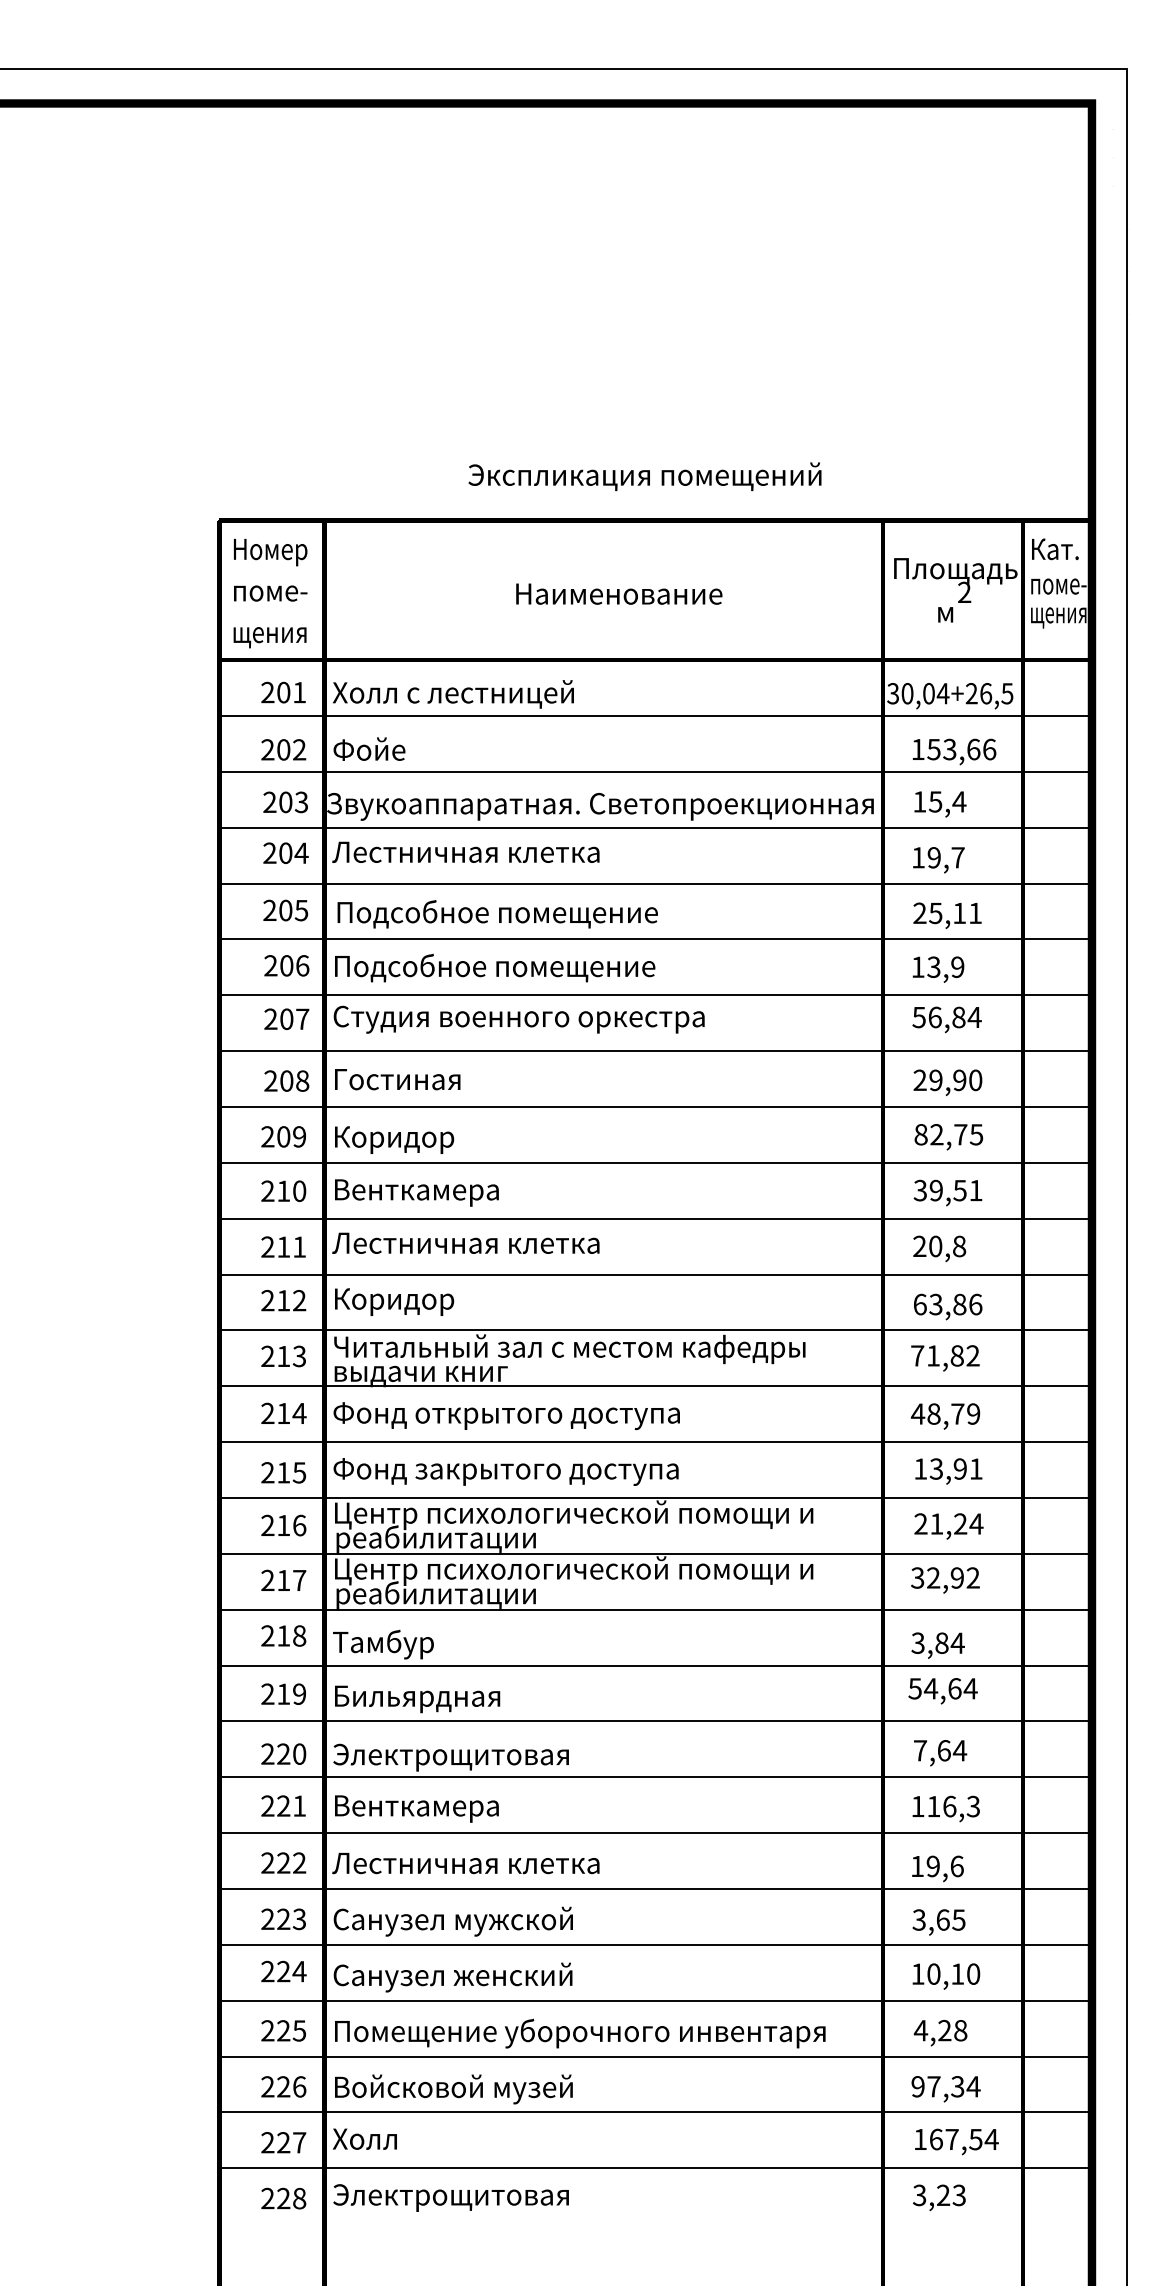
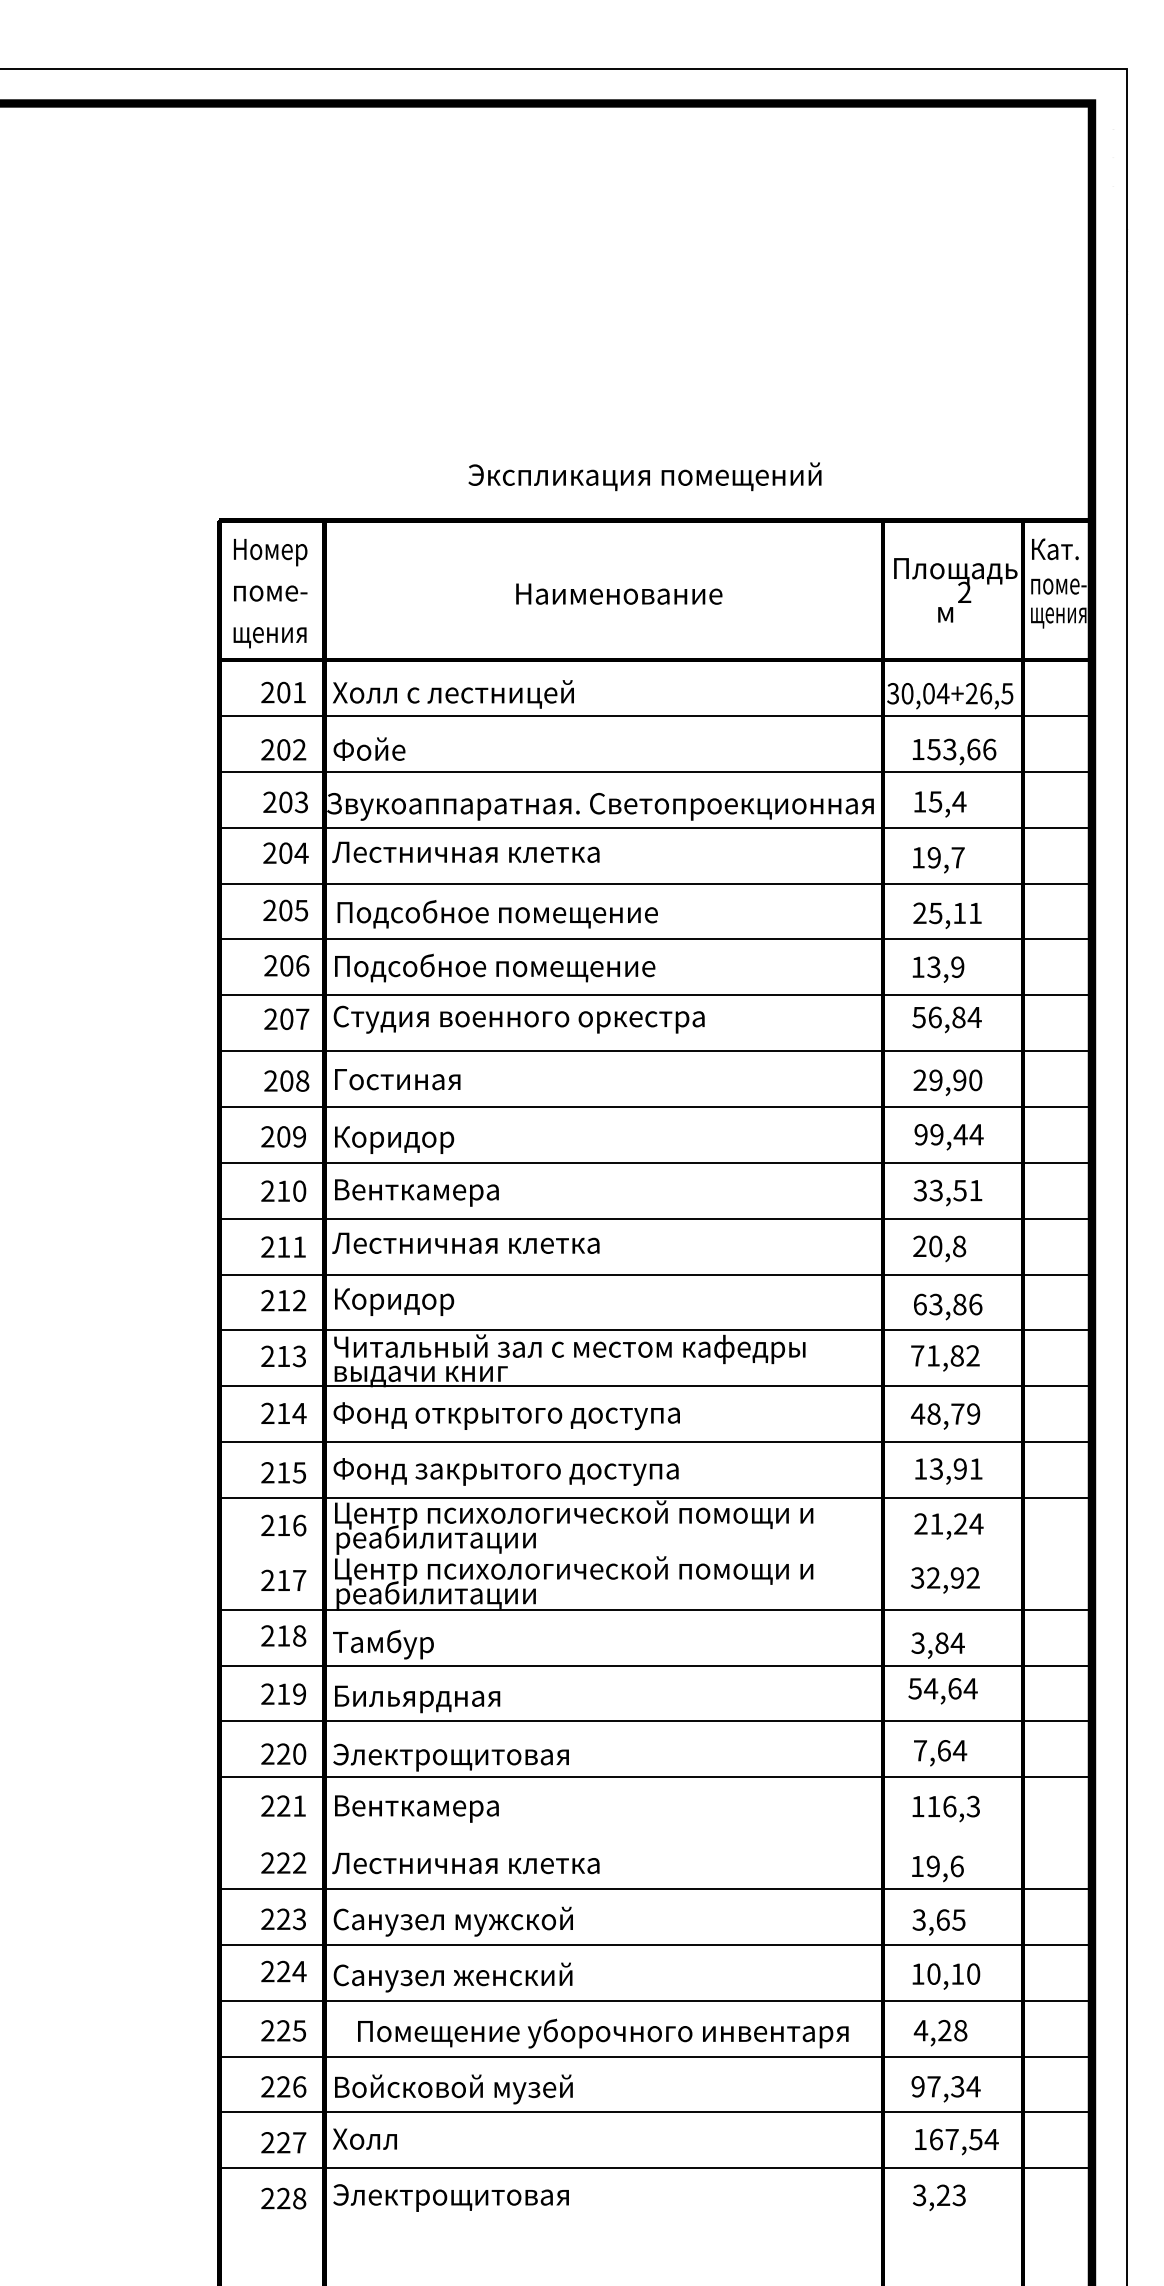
text at (948, 1134): 82,75 -> 99,44
text at (935, 1190): 39,51 -> 33,51
line at (655, 1553): present -> none
line at (655, 1833): present -> none
text at (580, 2033) position: (580, 2033) -> (603, 2033)
